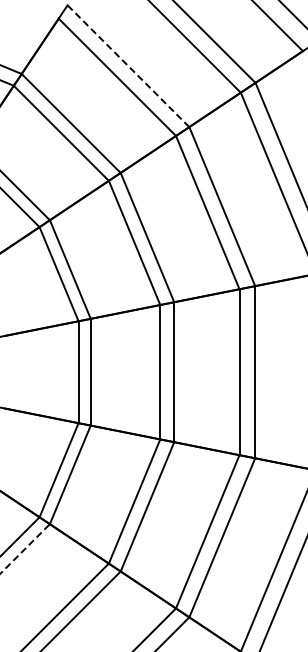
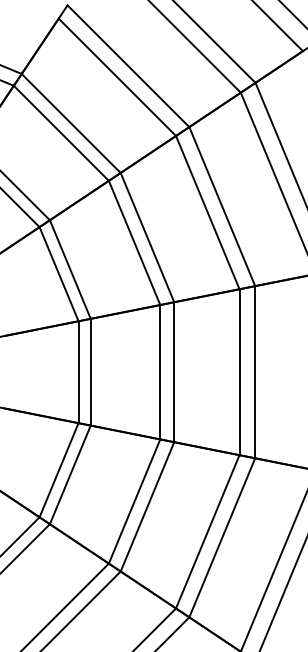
line at (128, 65): dashed -> solid
line at (25, 548): dashed -> solid
